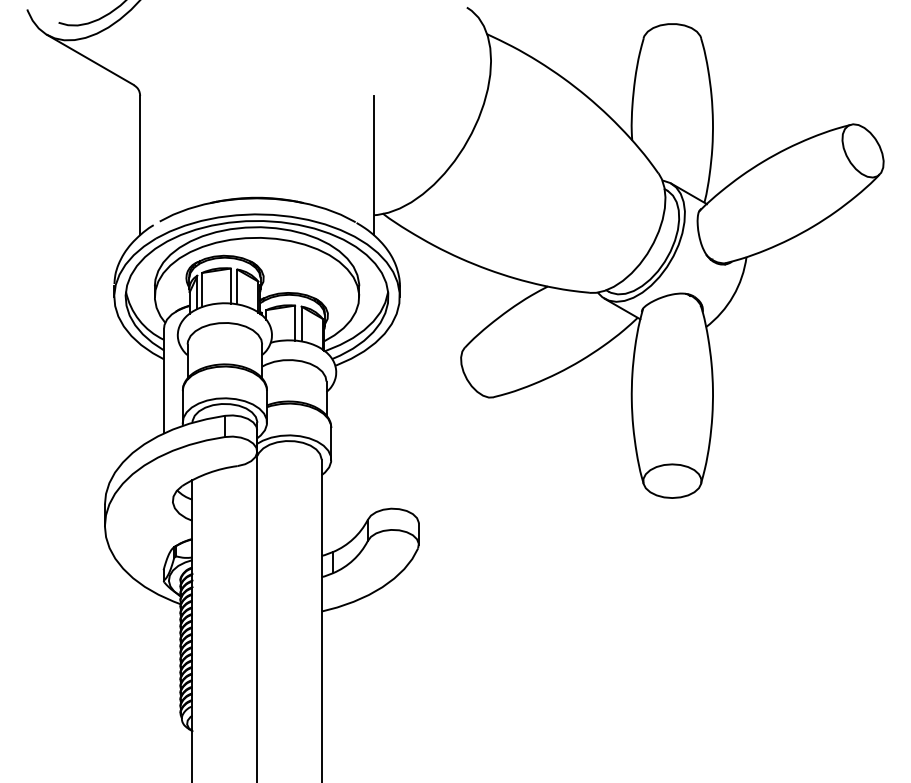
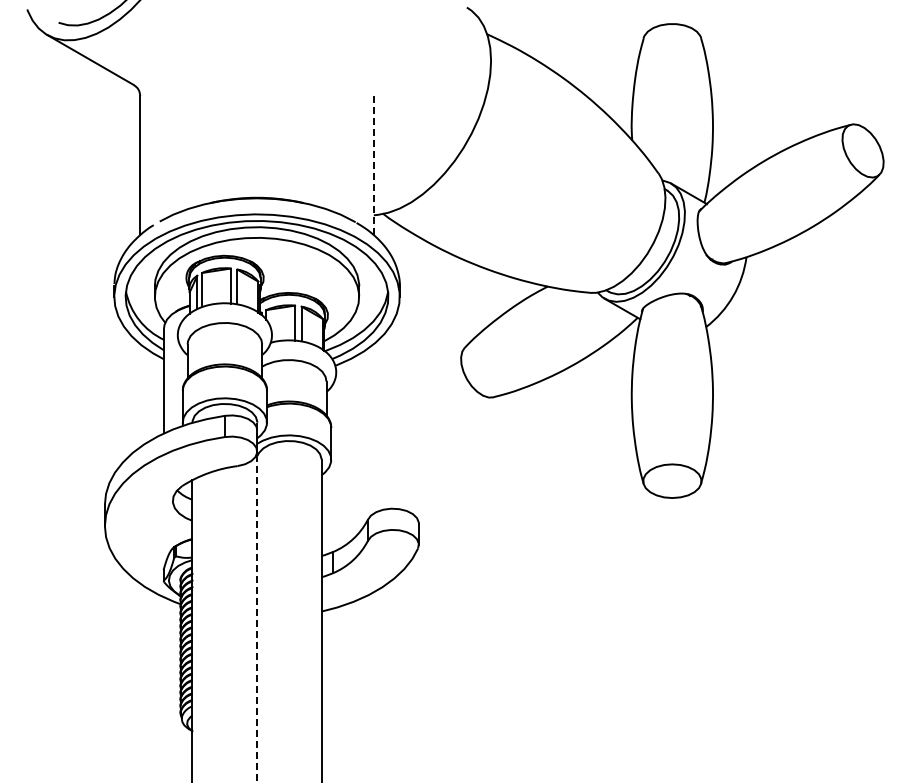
line at (373, 165): solid -> dashed
line at (257, 602): solid -> dashed
